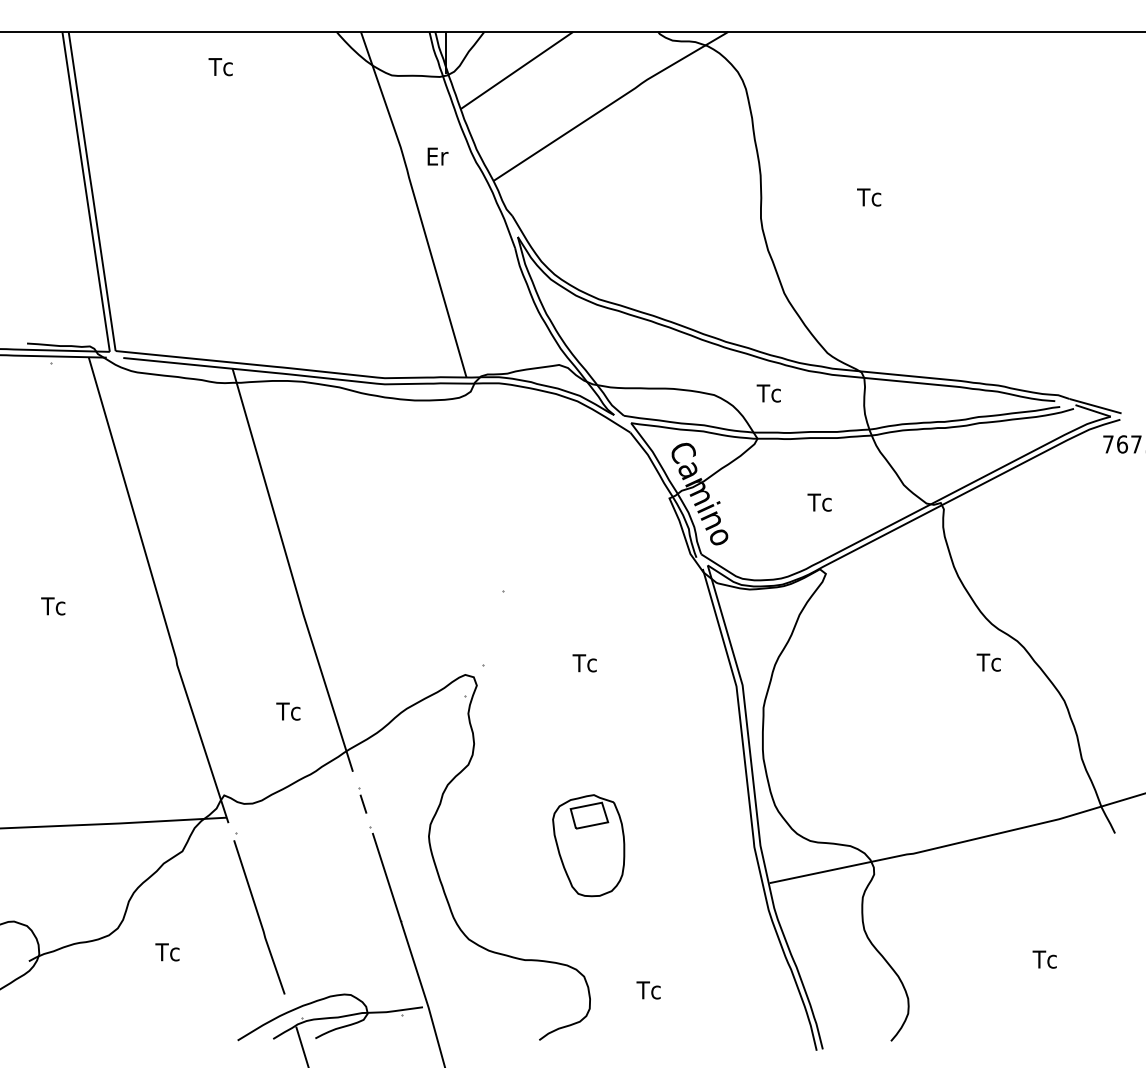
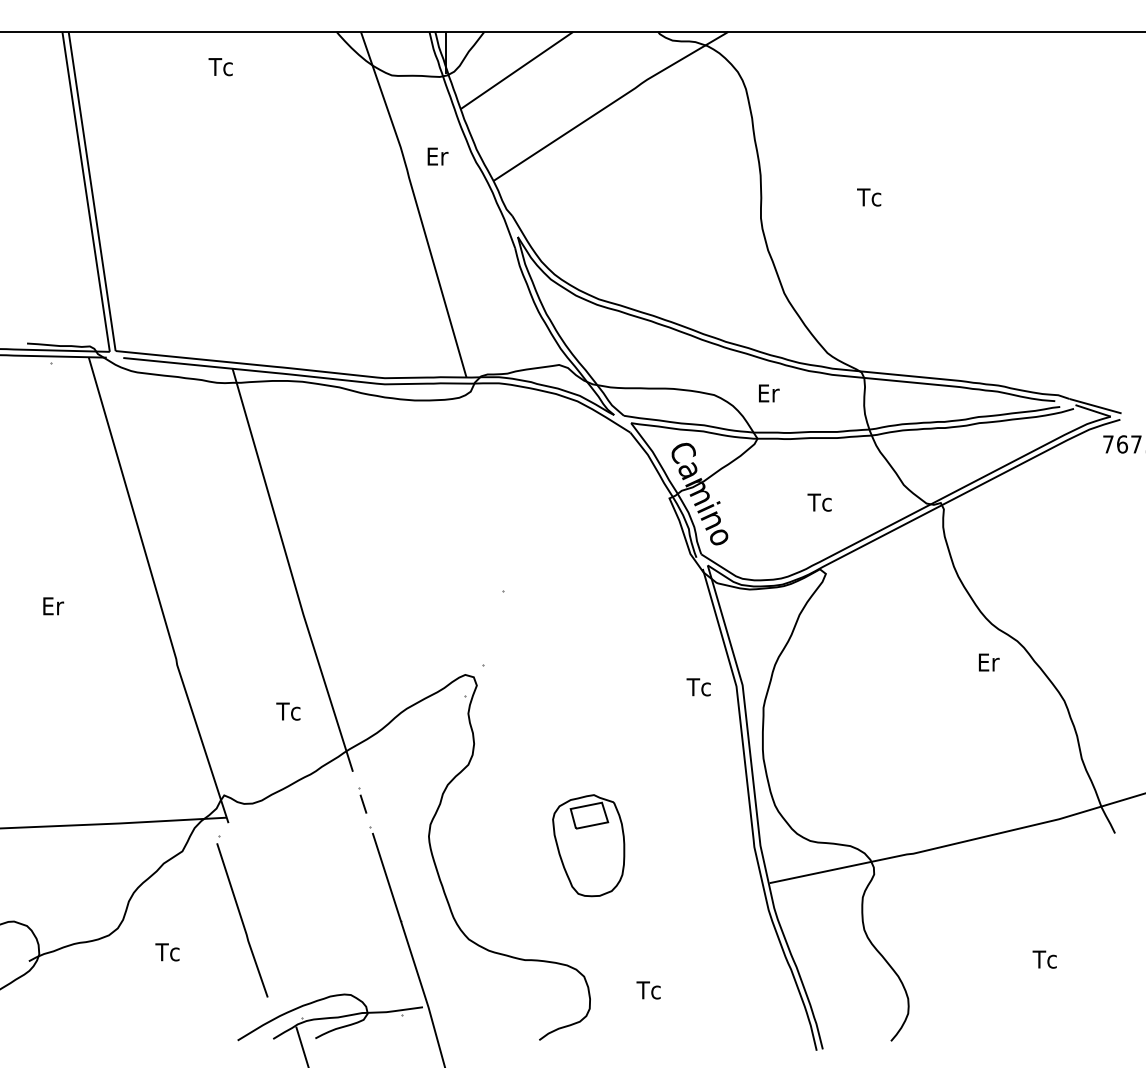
text at (768, 393): Tc -> Er
text at (53, 606): Tc -> Er
text at (988, 662): Tc -> Er
text at (584, 663) position: (584, 663) -> (698, 687)
part at (259, 913) position: (259, 913) -> (242, 916)
